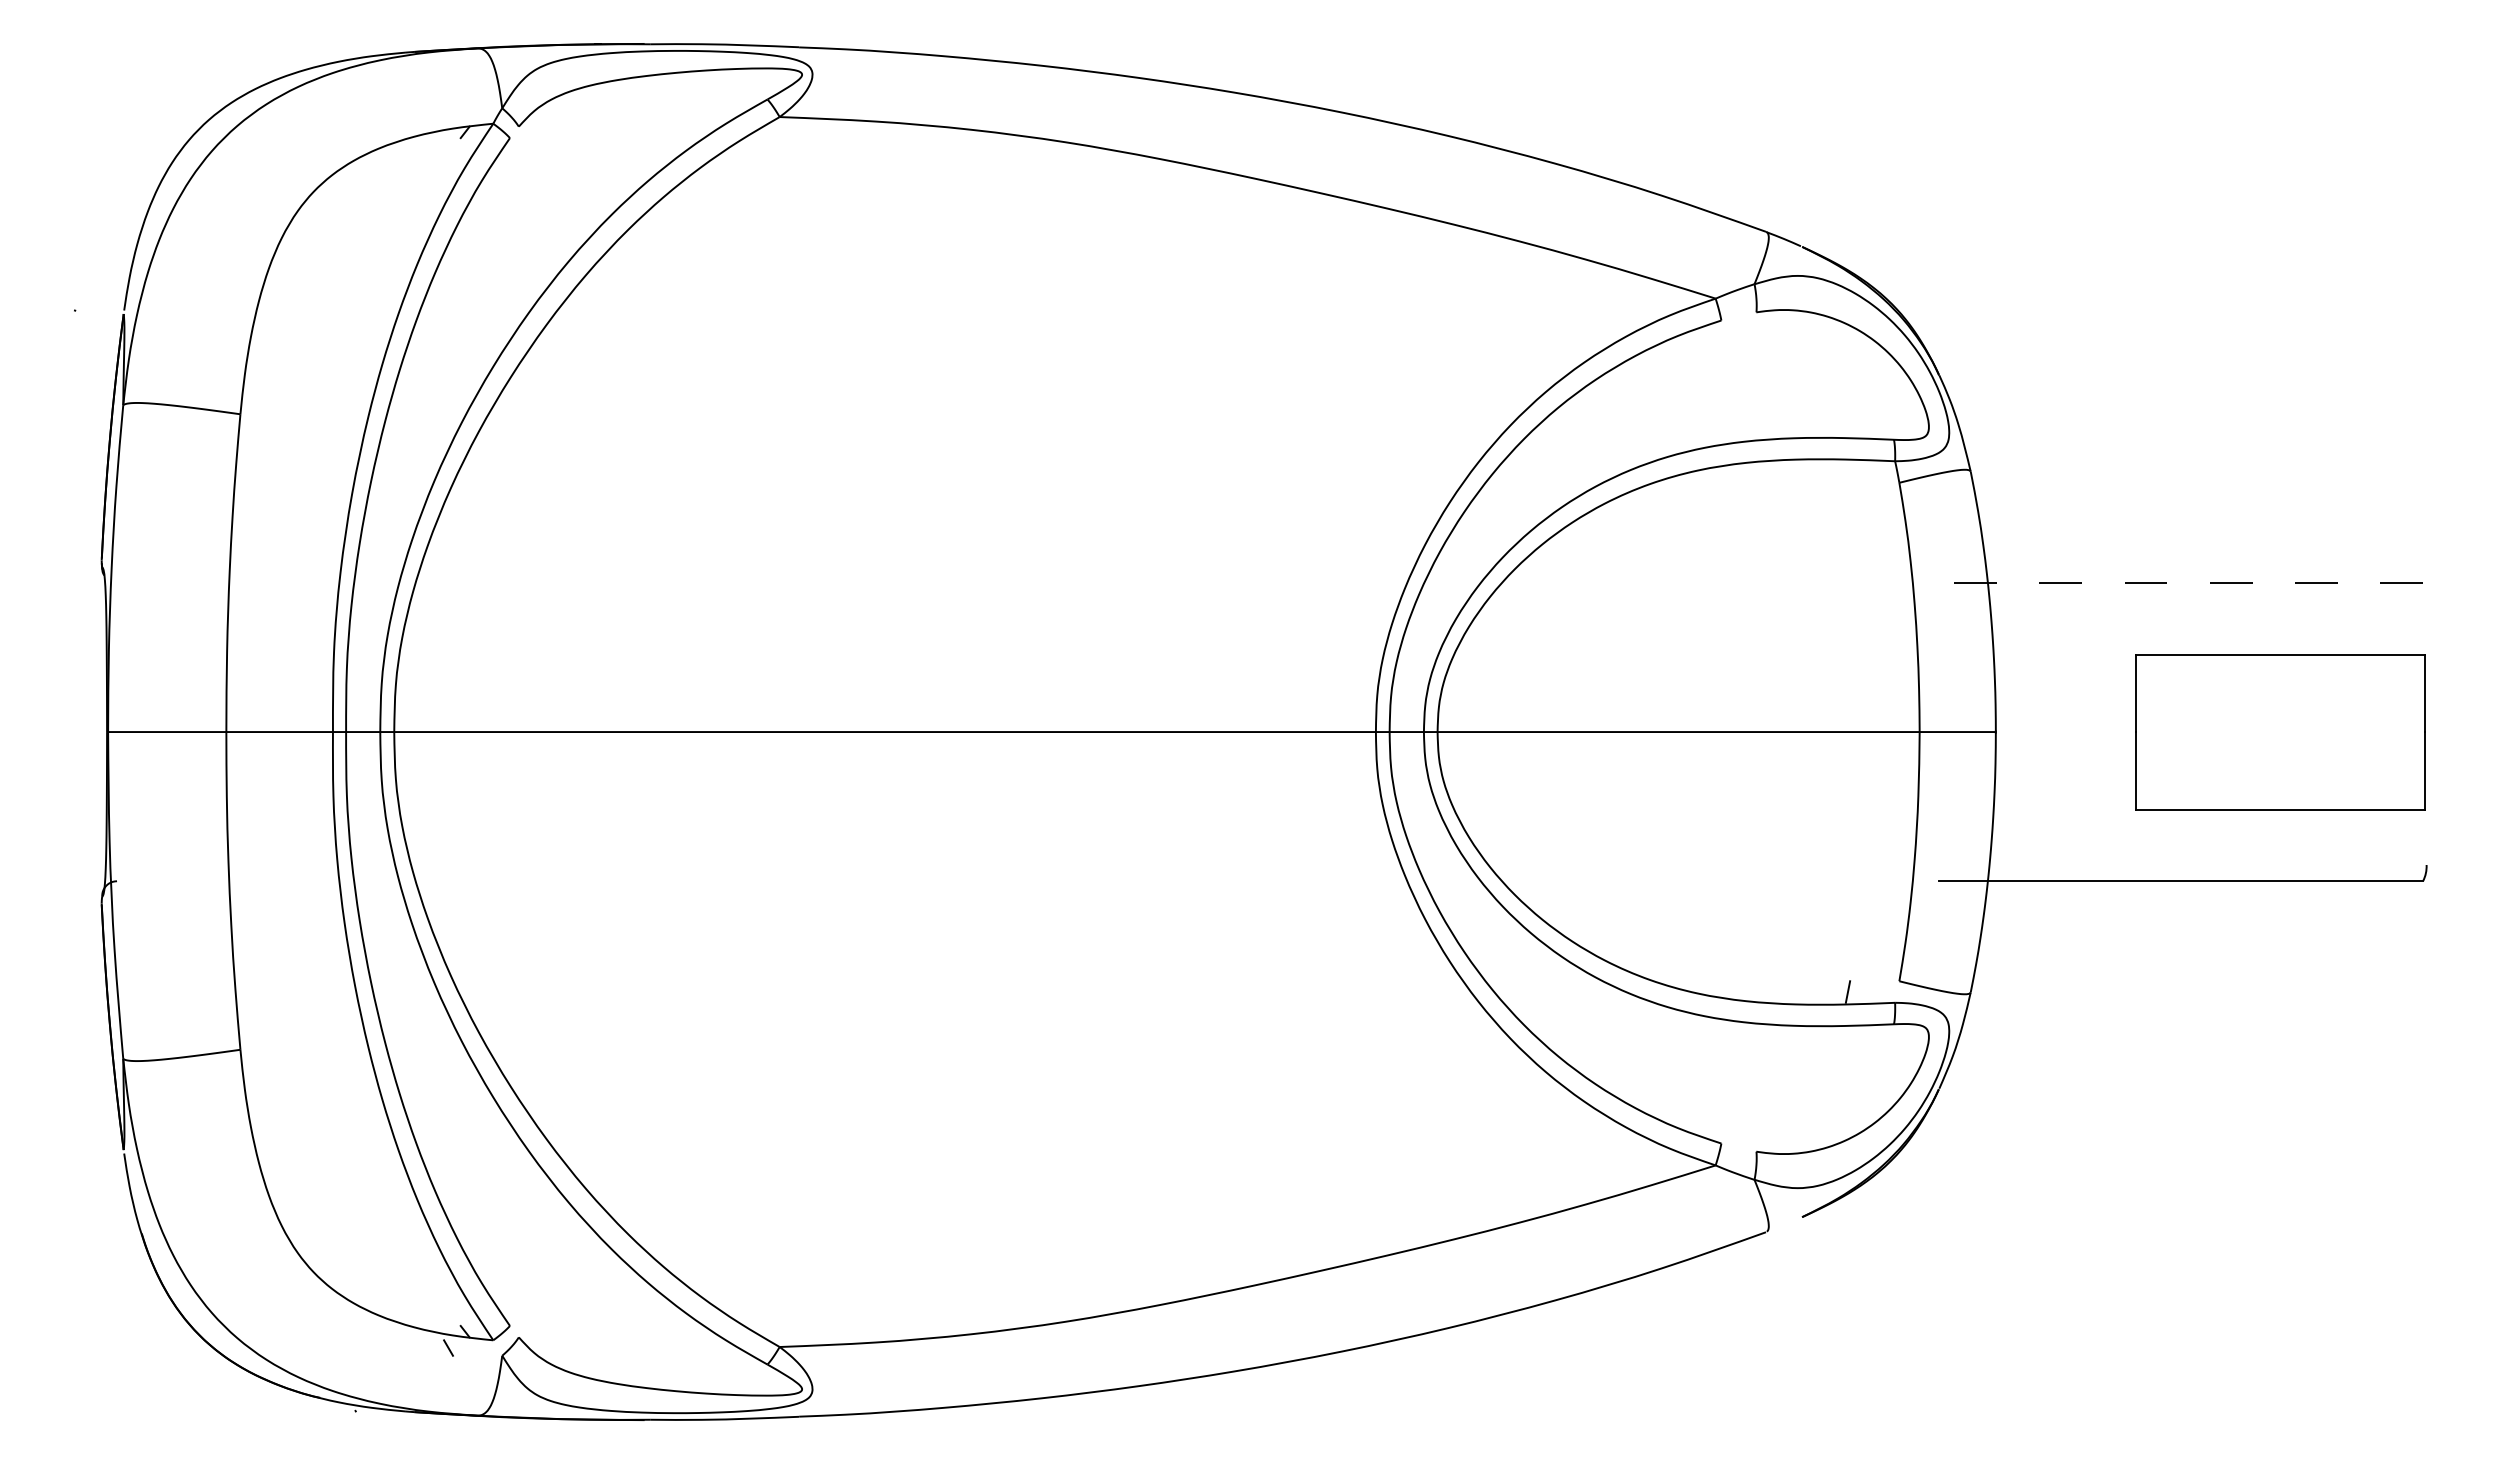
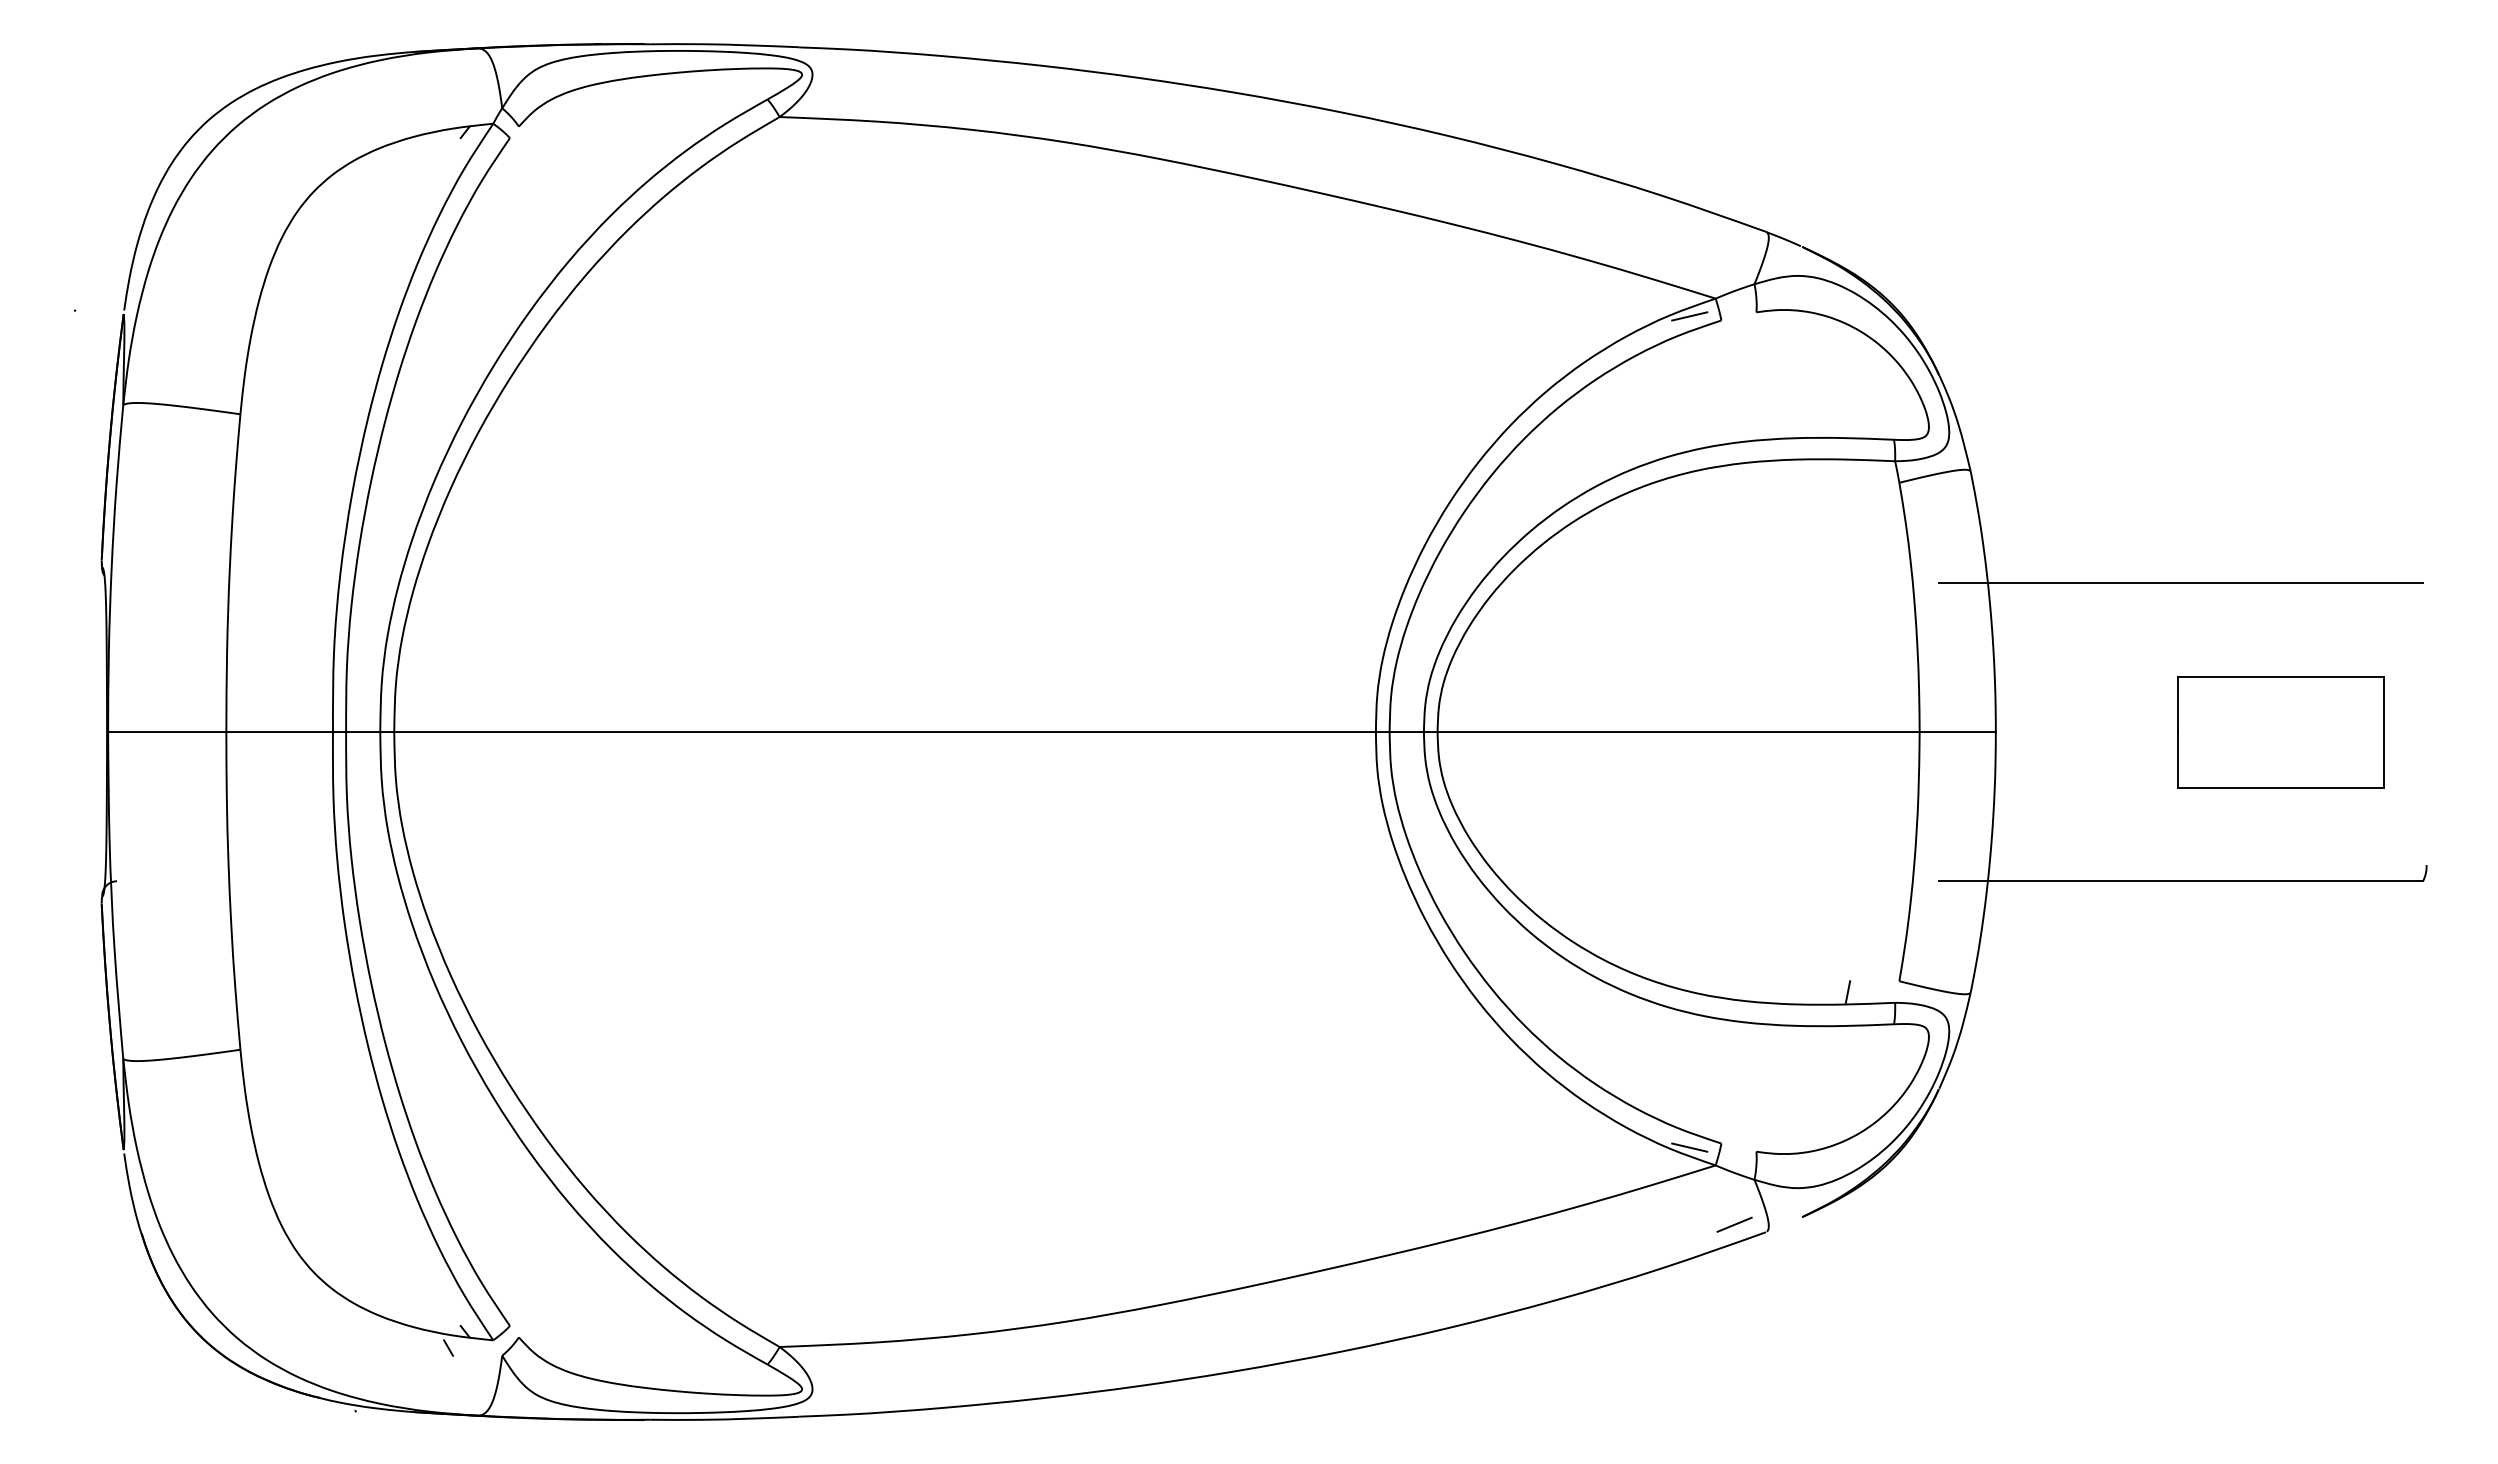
line at (1689, 316): none -> present
line at (2180, 582): dashed -> solid
part at (2280, 732) size: 291x157 px -> 208x113 px
line at (1689, 1147): none -> present
line at (1734, 1224): none -> present
